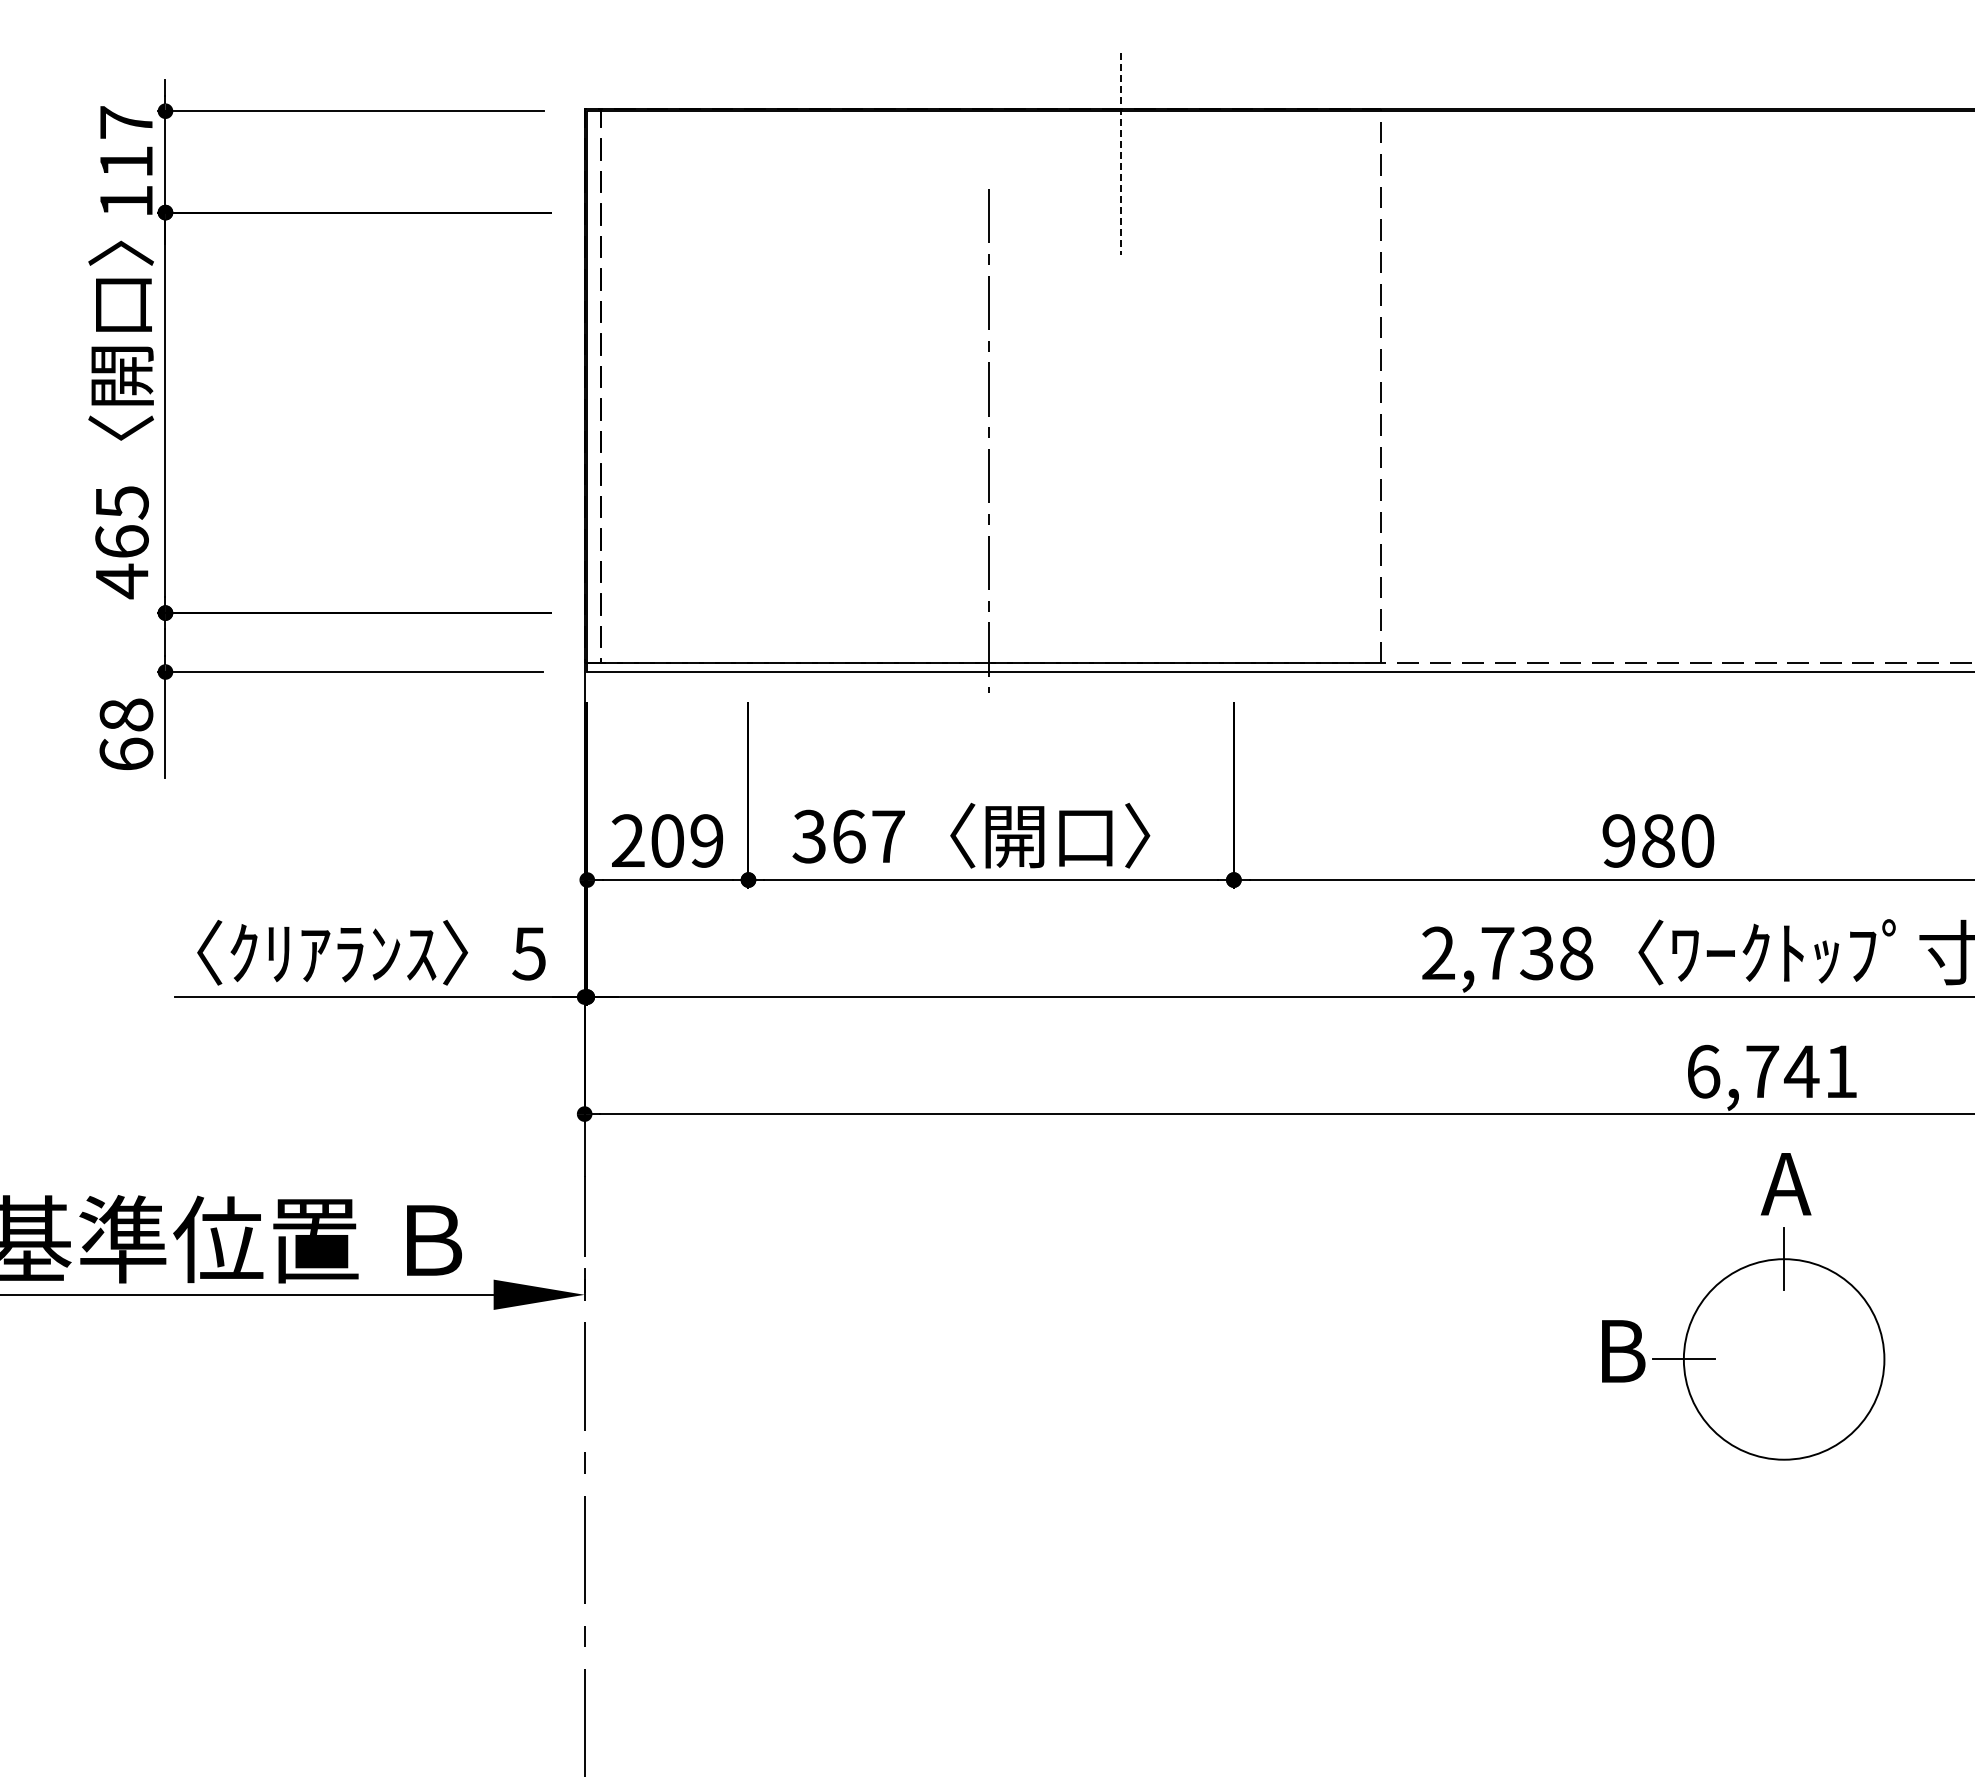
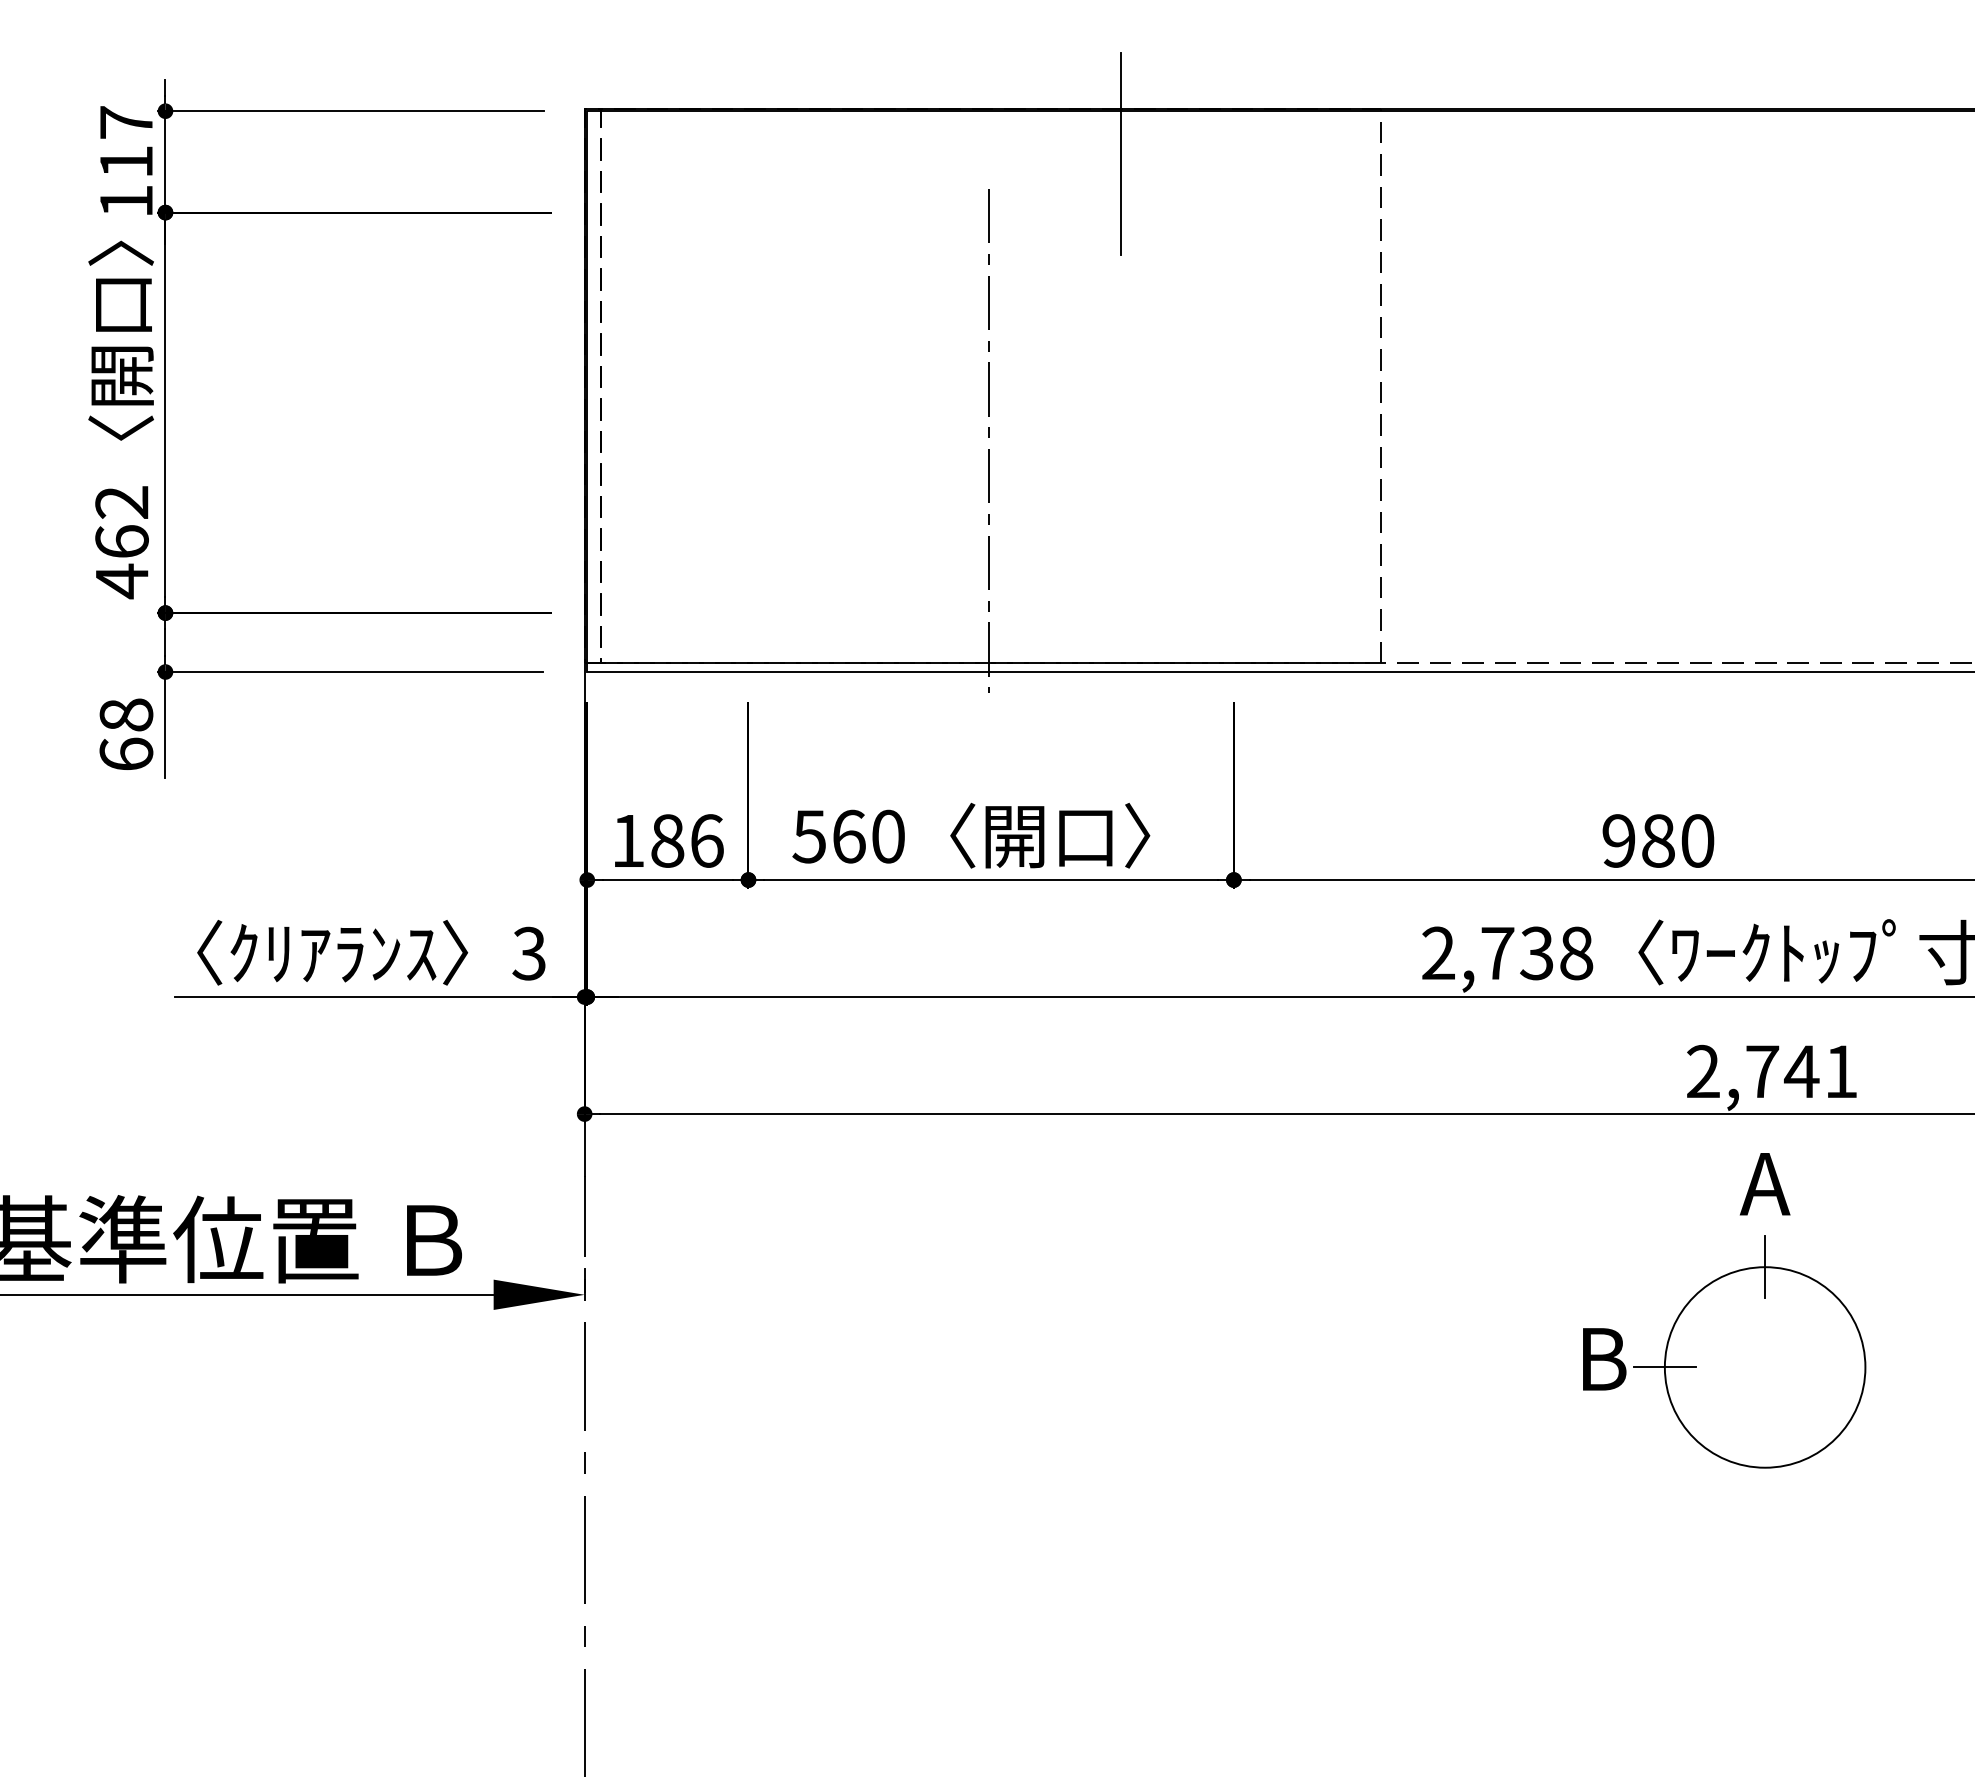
line at (1121, 154): dashed -> solid
text at (121, 502): 465 -> 462
text at (848, 836): 367 -> 560
text at (667, 840): 209 -> 186
text at (528, 953): 5 -> 3
text at (1703, 1071): 6,741 -> 2,741
text at (1785, 1184) position: (1785, 1184) -> (1764, 1184)
part at (1743, 1343) position: (1743, 1343) -> (1724, 1351)
